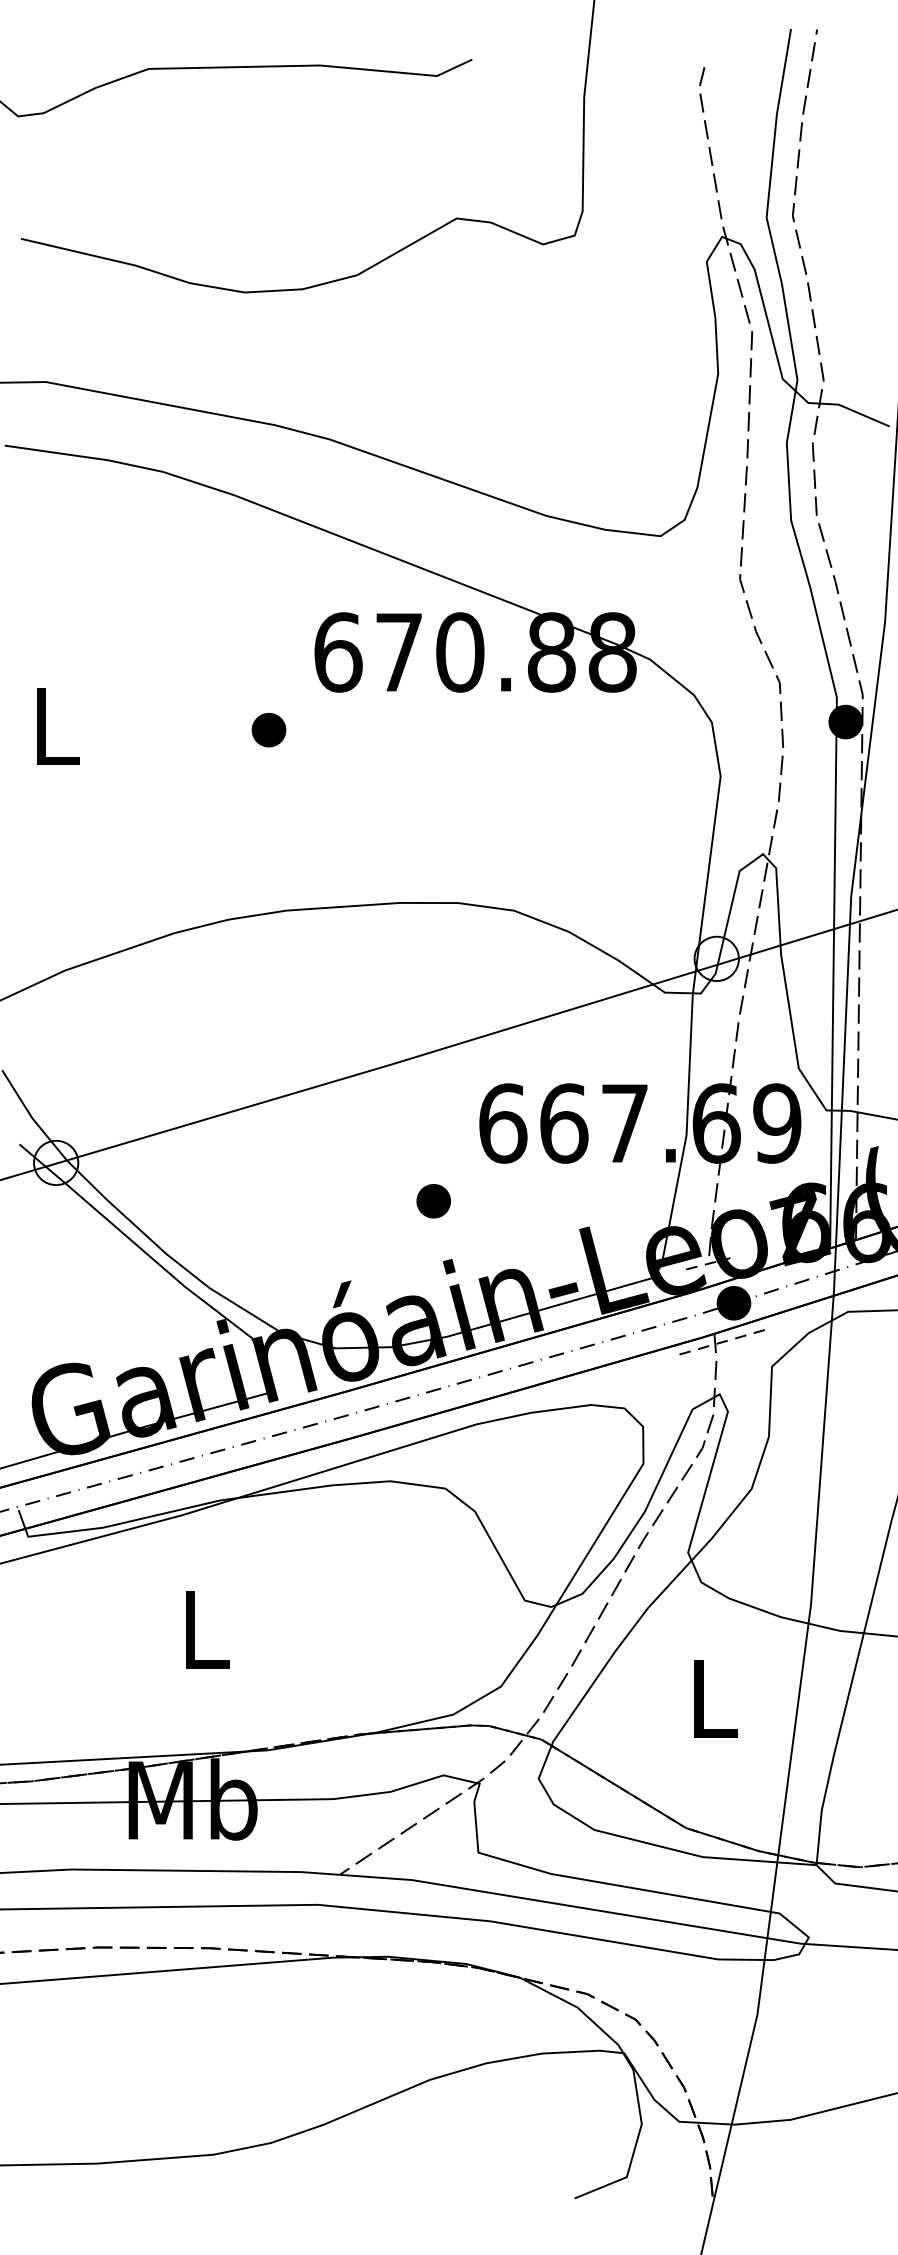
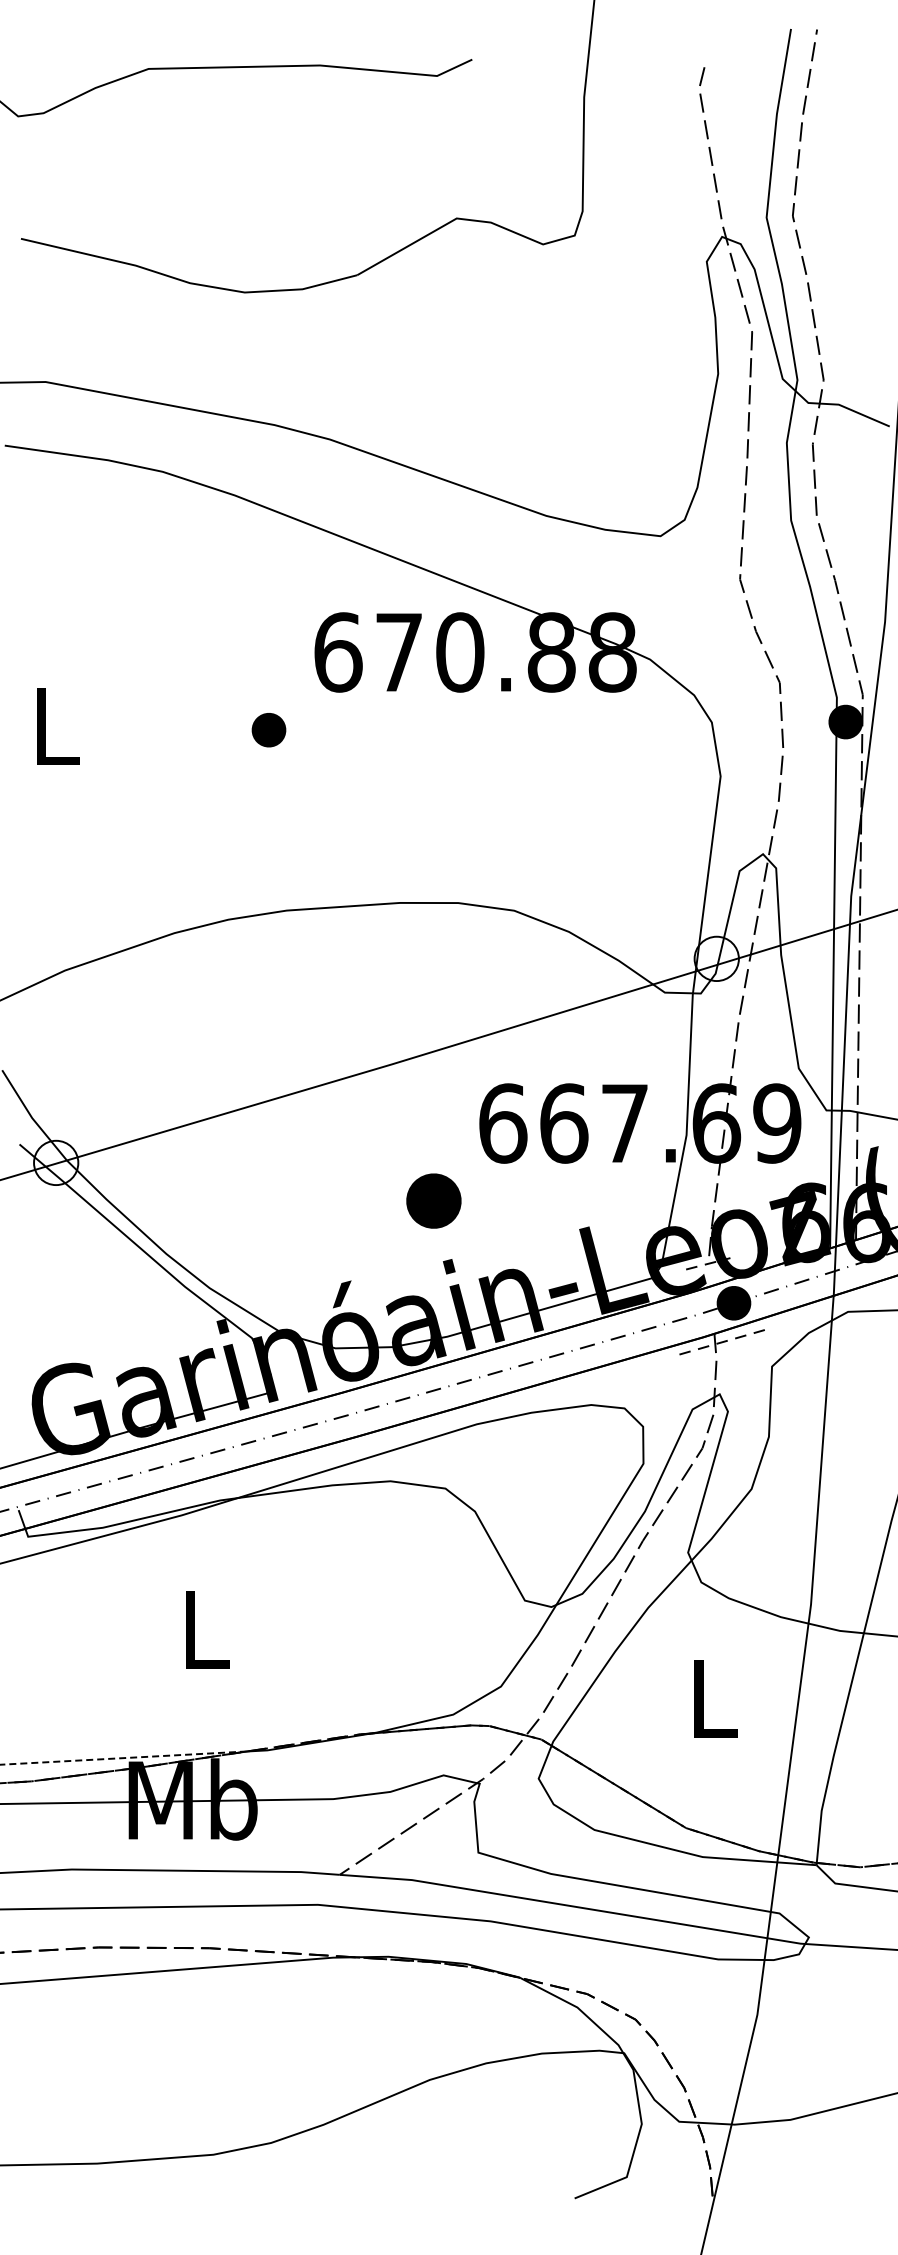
part at (433, 1201) size: 35x35 px -> 56x56 px
line at (123, 1758): solid -> dashed
